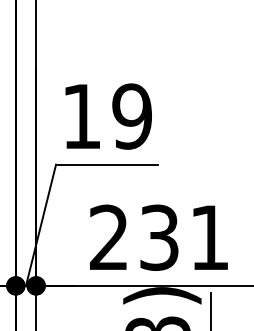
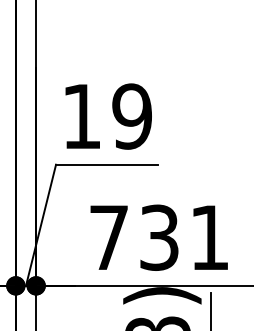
text at (108, 236): 231 -> 731
